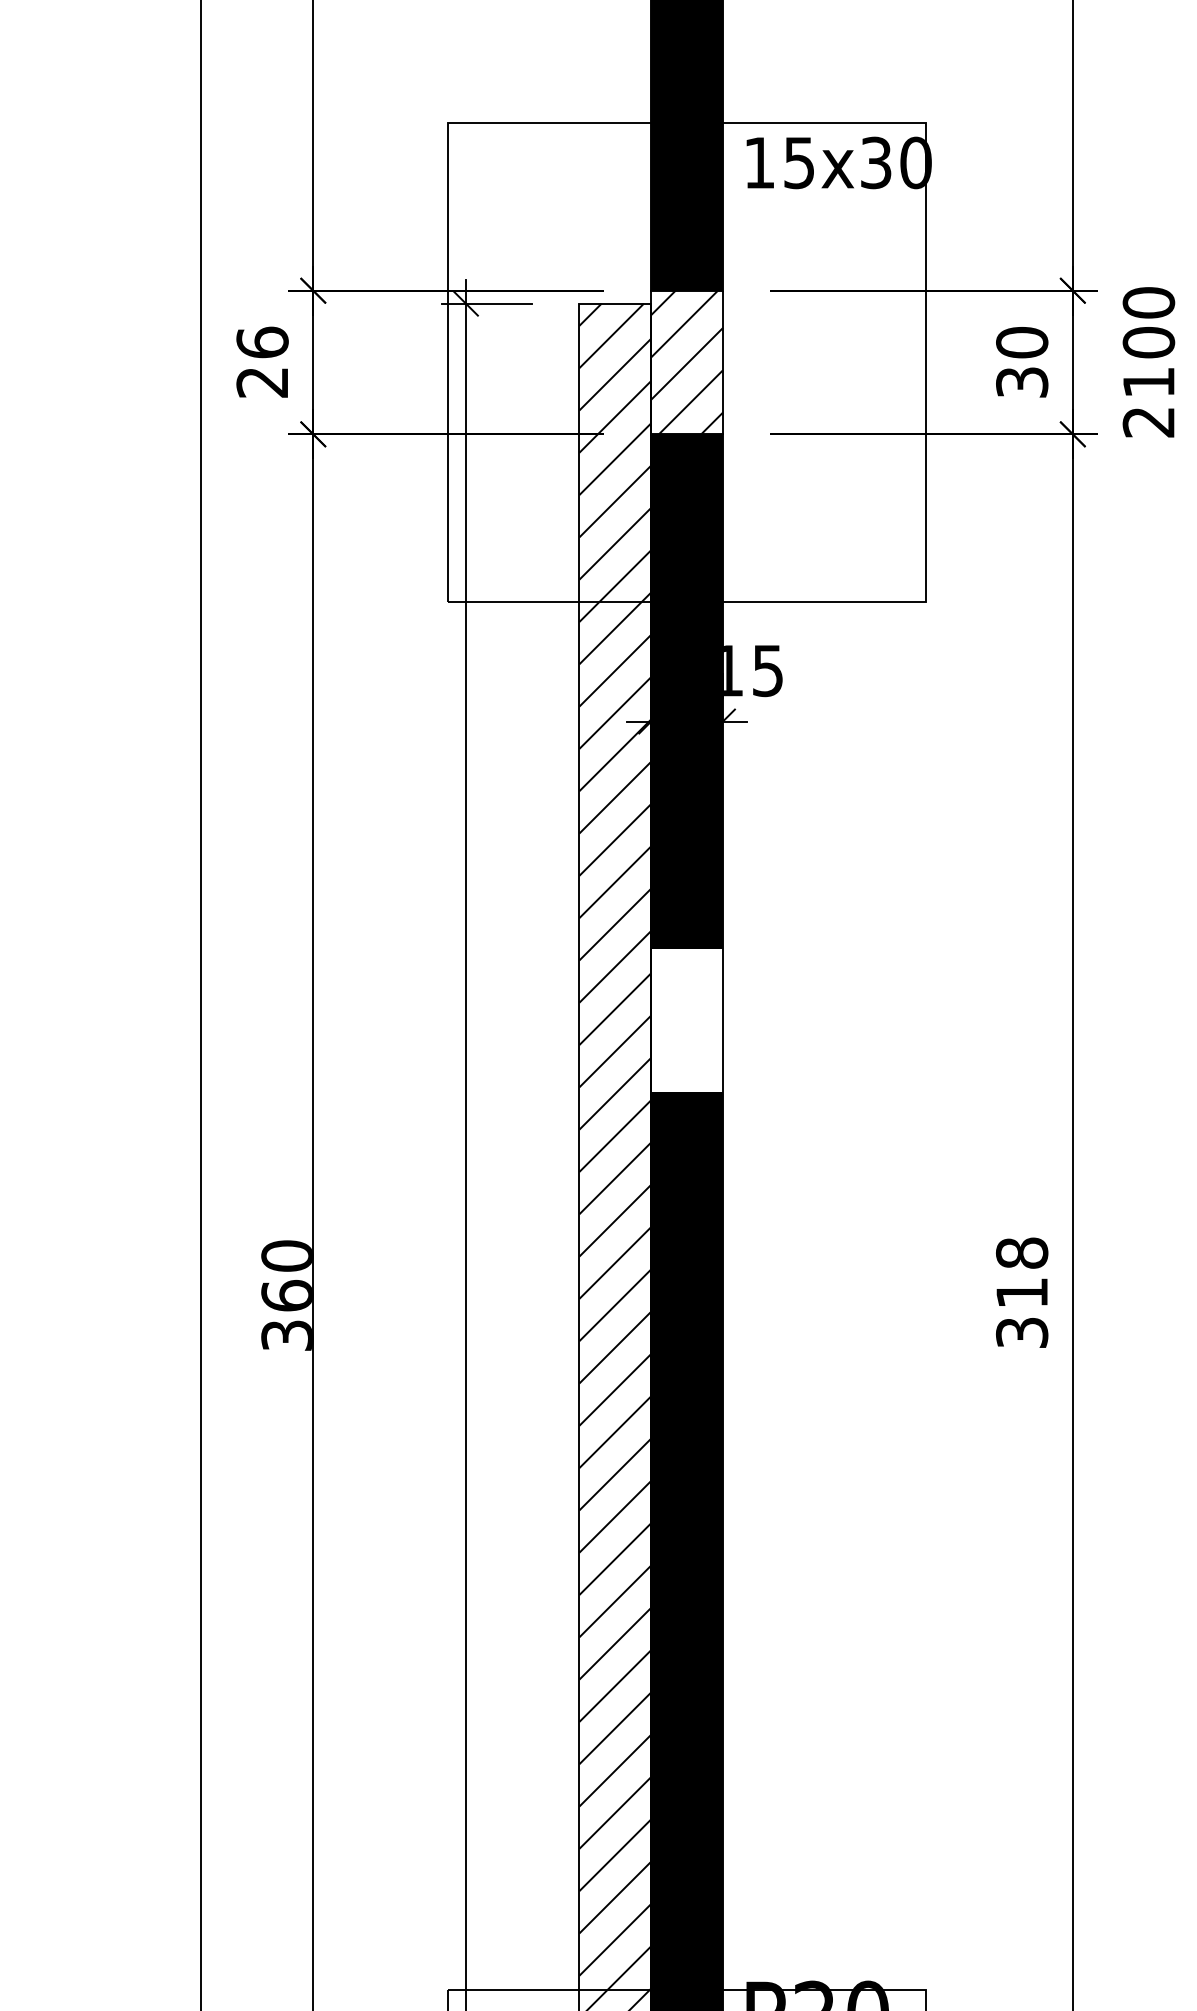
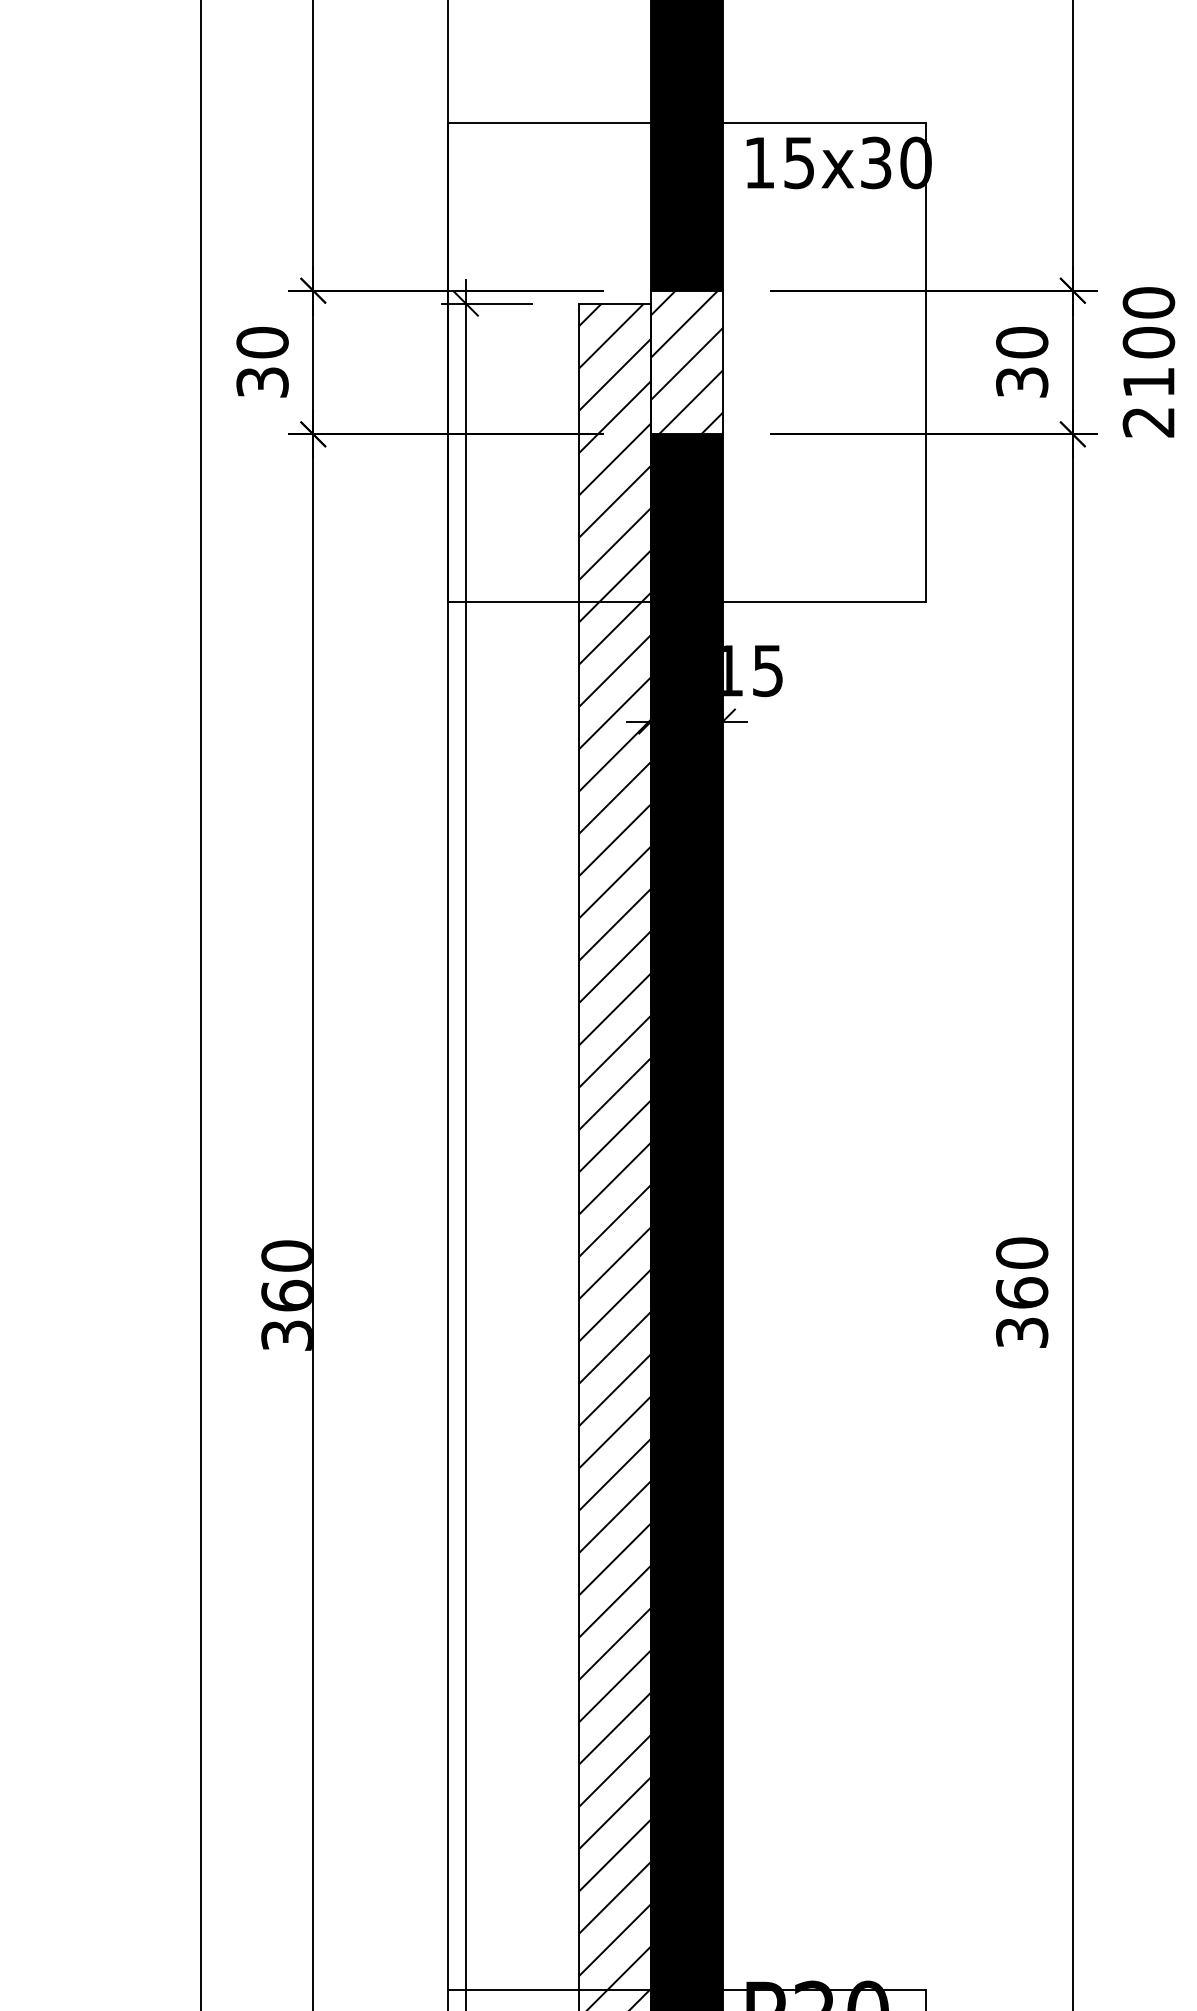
text at (262, 361): 26 -> 30
line at (447, 995): none -> present
fill at (686, 1027): none -> present
text at (1021, 1272): 318 -> 360
